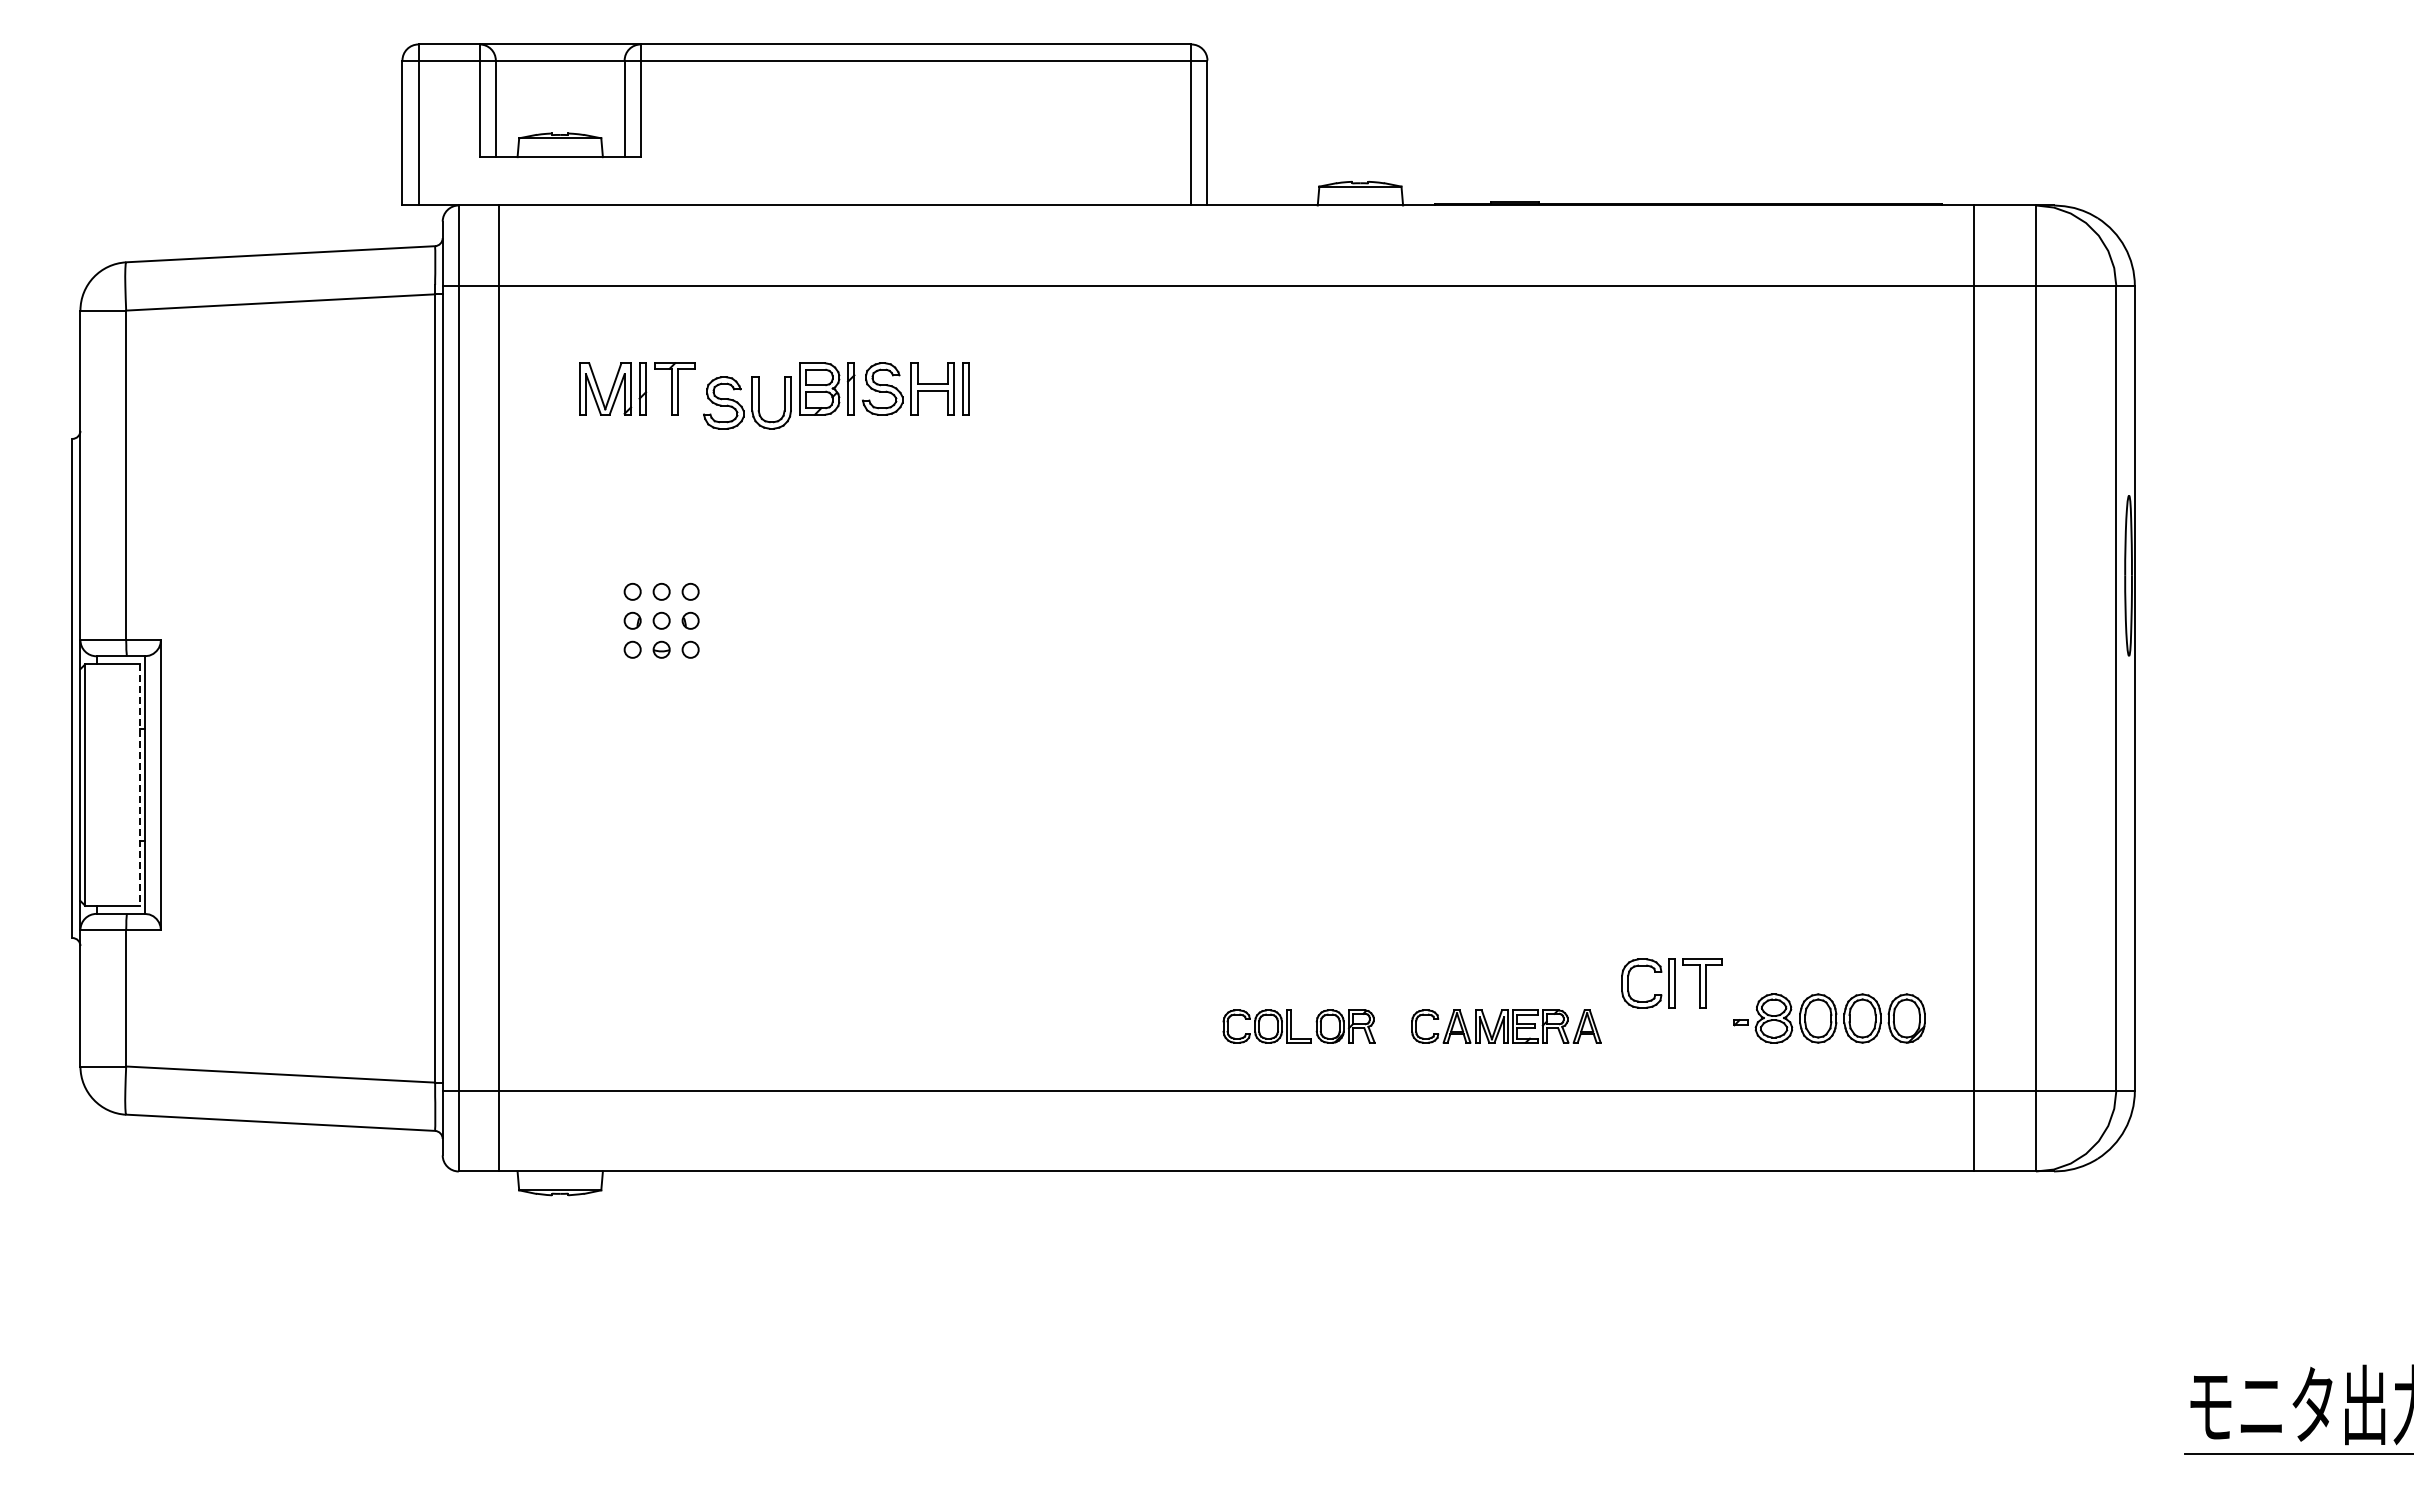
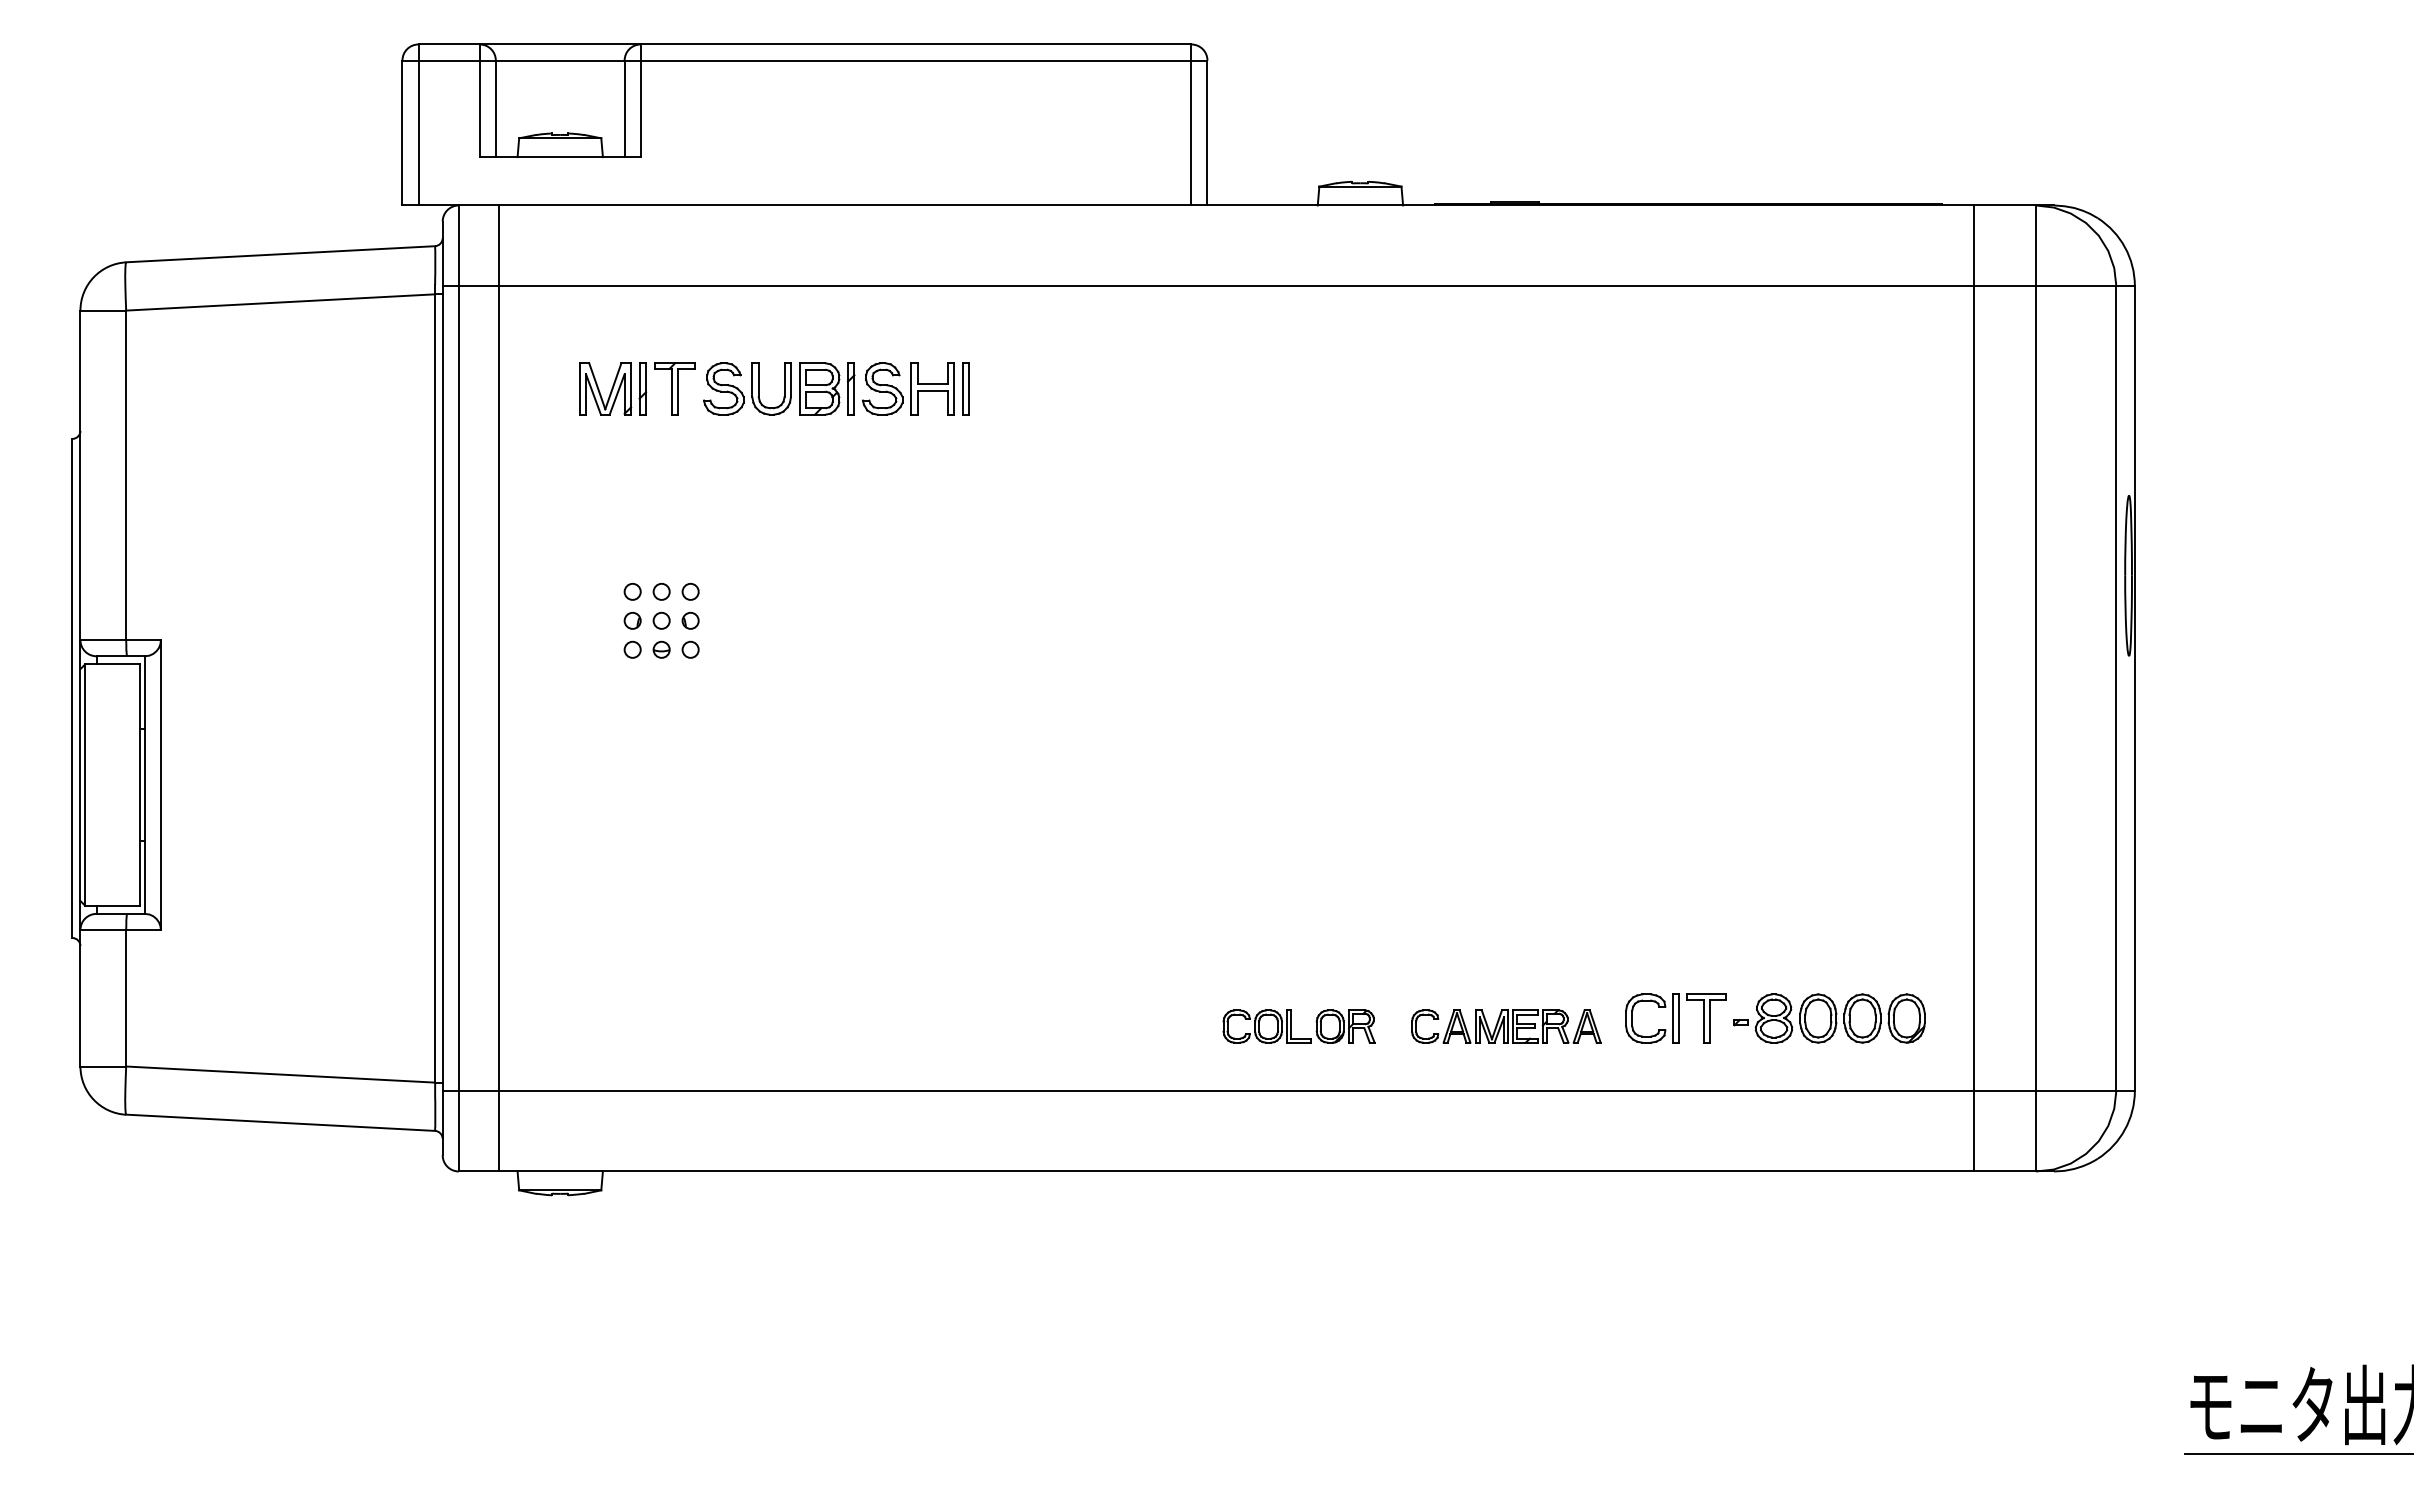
part at (747, 402) position: (747, 402) -> (747, 388)
line at (140, 785): dashed -> solid
part at (1671, 983) position: (1671, 983) -> (1675, 1018)
